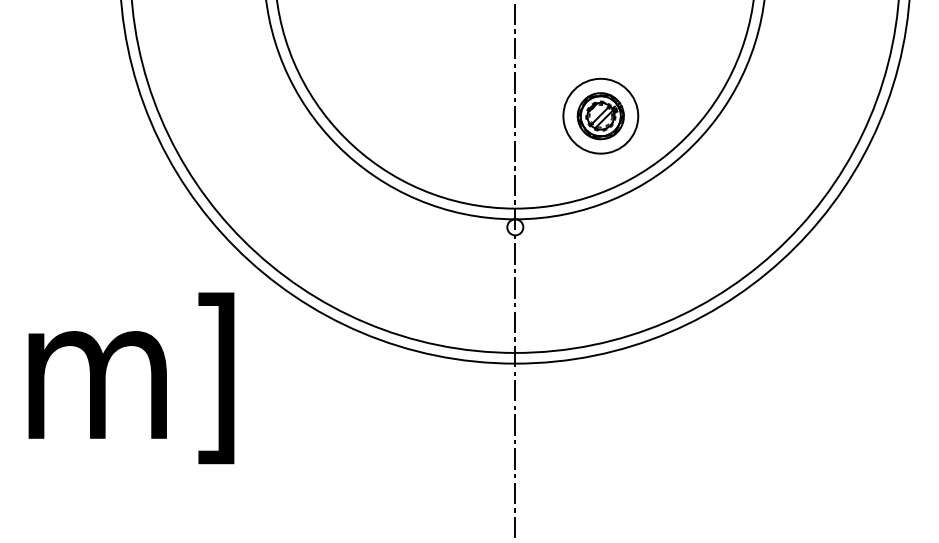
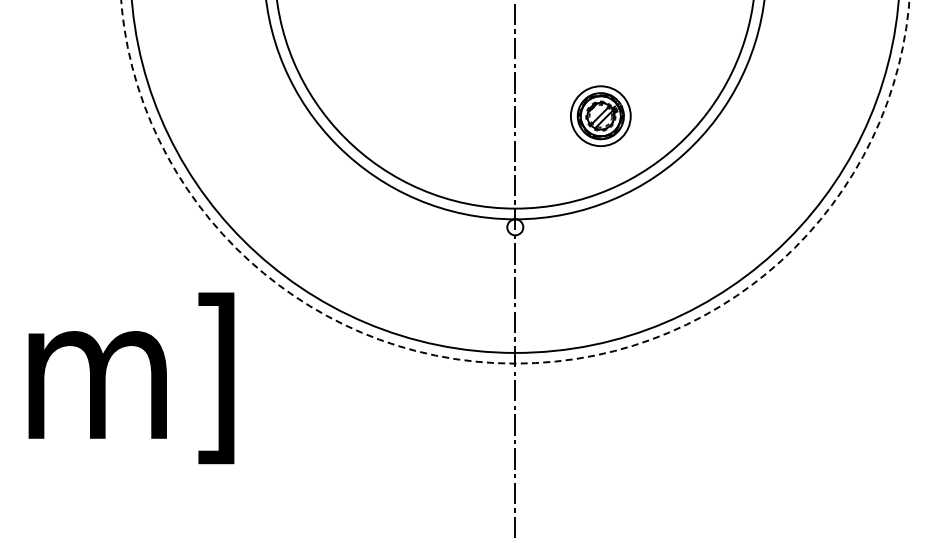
circle at (600, 115) diameter: 75 px -> 60 px
circle at (515, 181): solid -> dashed
